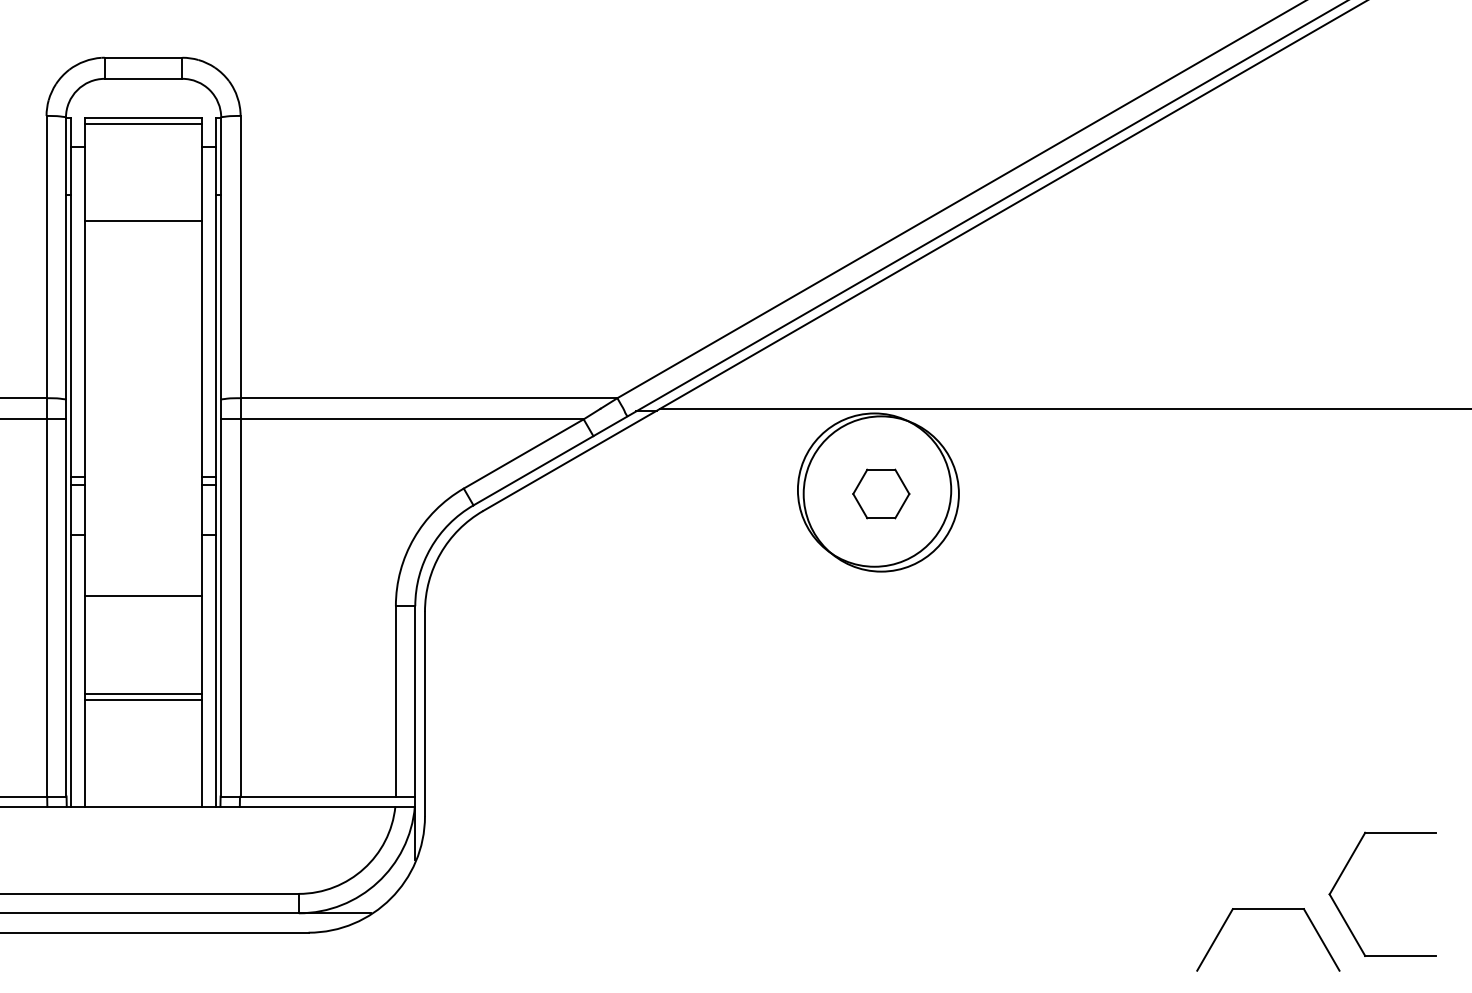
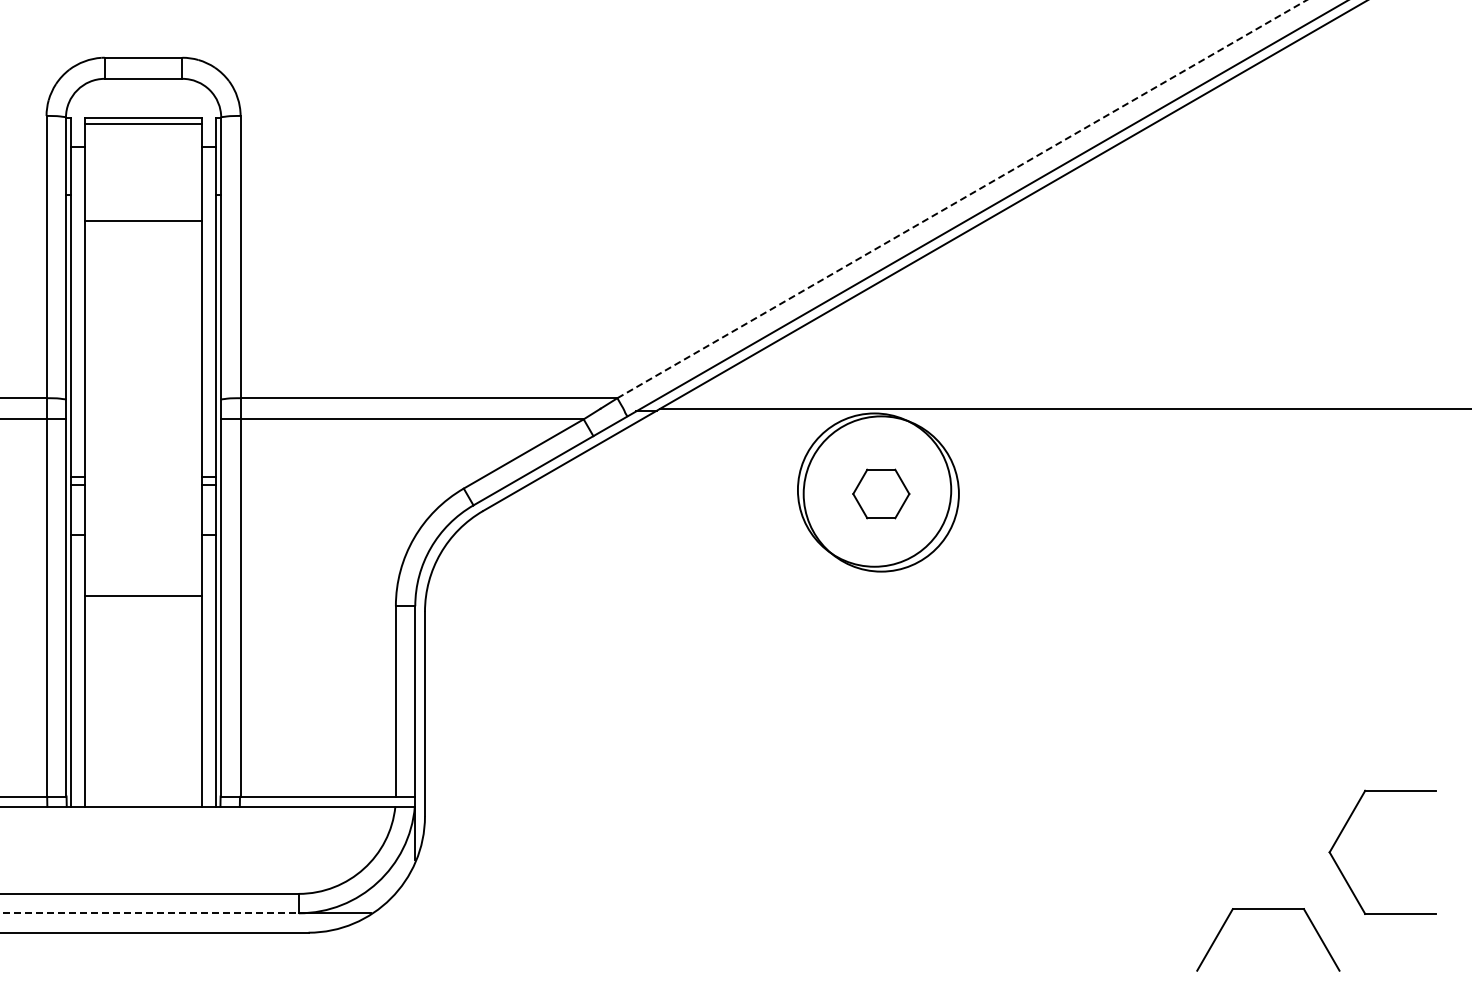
line at (962, 199): solid -> dashed
line at (143, 693): present -> none
line at (143, 699): present -> none
part at (1345, 869) position: (1345, 869) -> (1345, 827)
line at (149, 913): solid -> dashed
